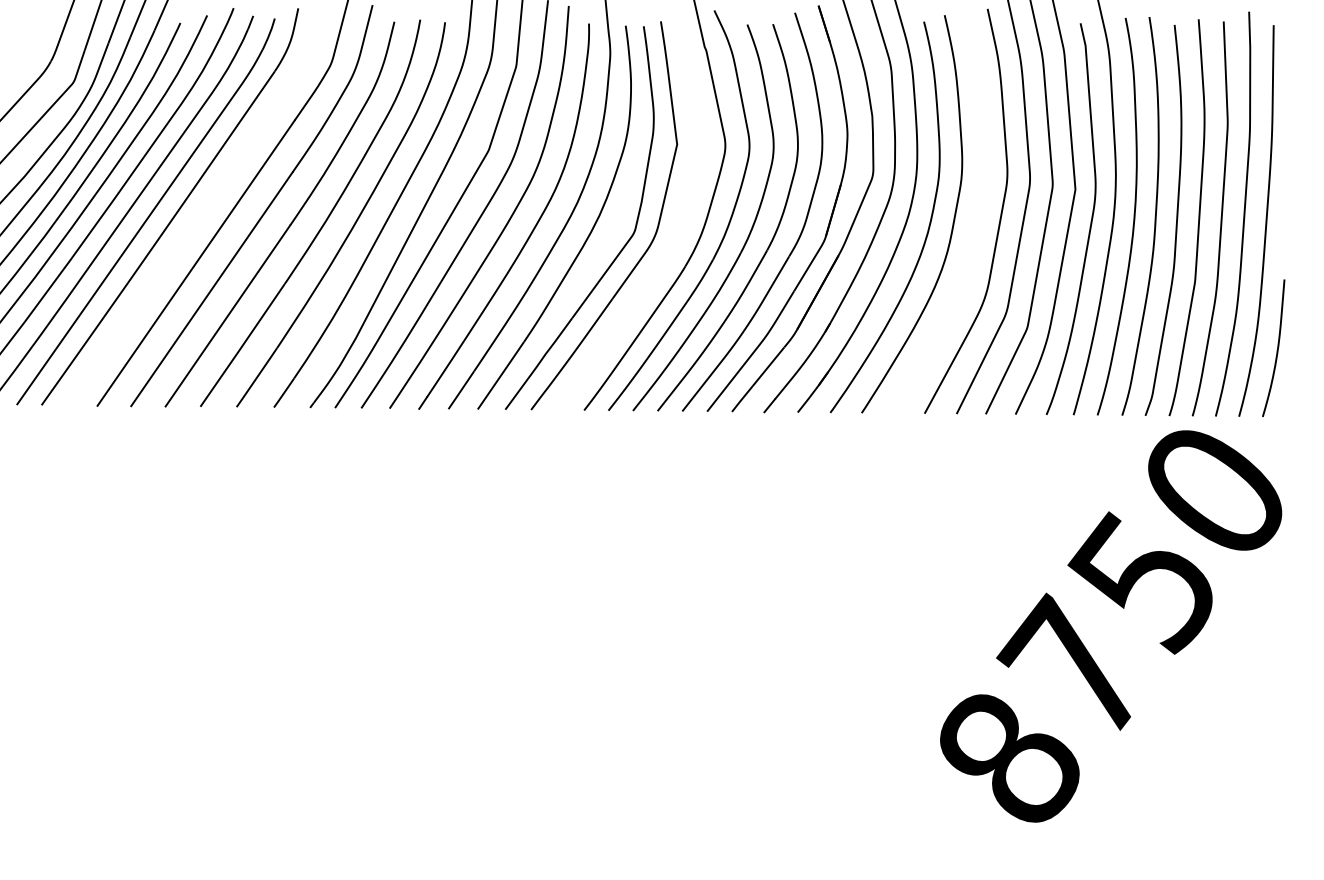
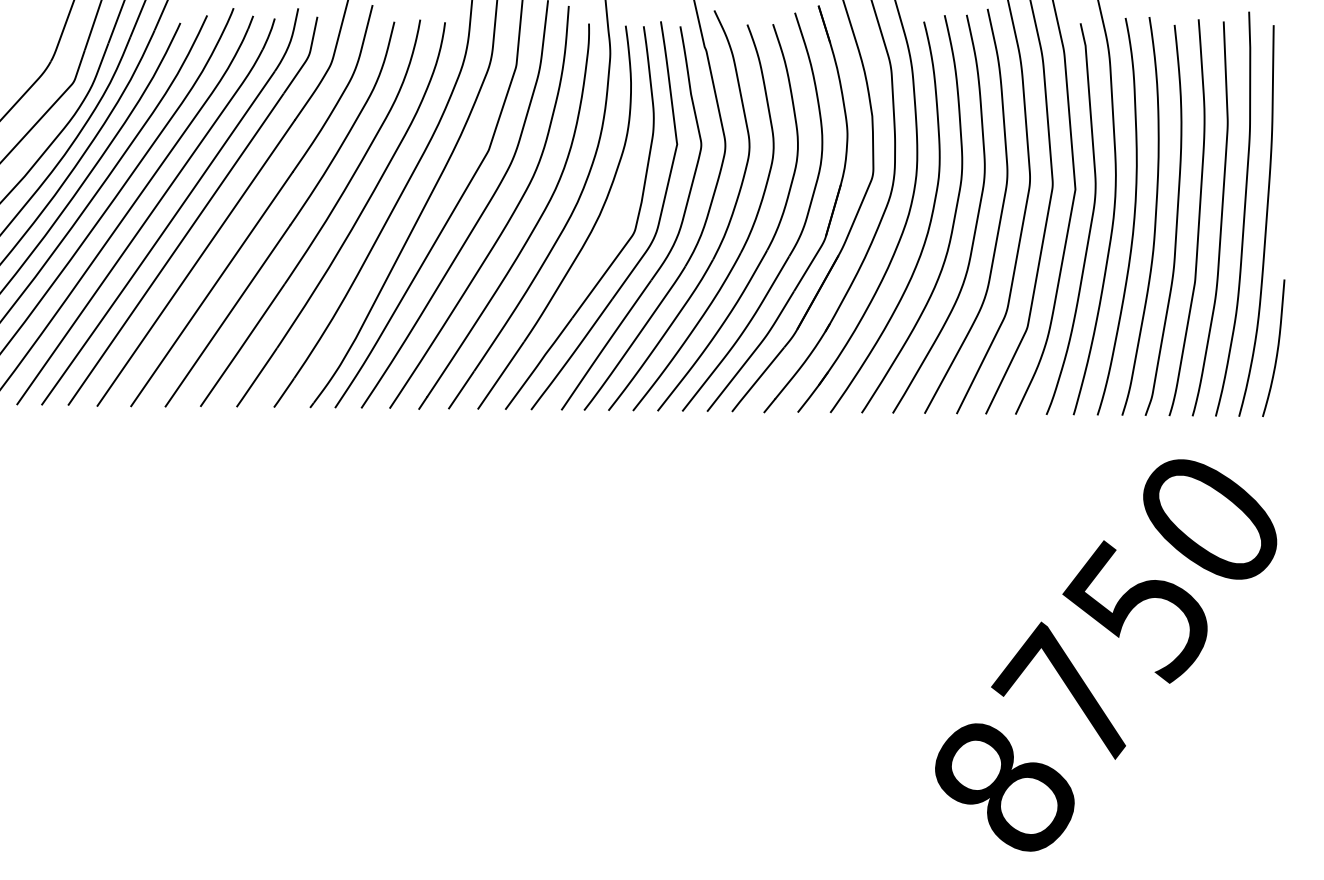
part at (199, 213): none -> present
curve at (976, 217): none -> present
part at (676, 235): none -> present
text at (1111, 626) position: (1111, 626) -> (1106, 655)
